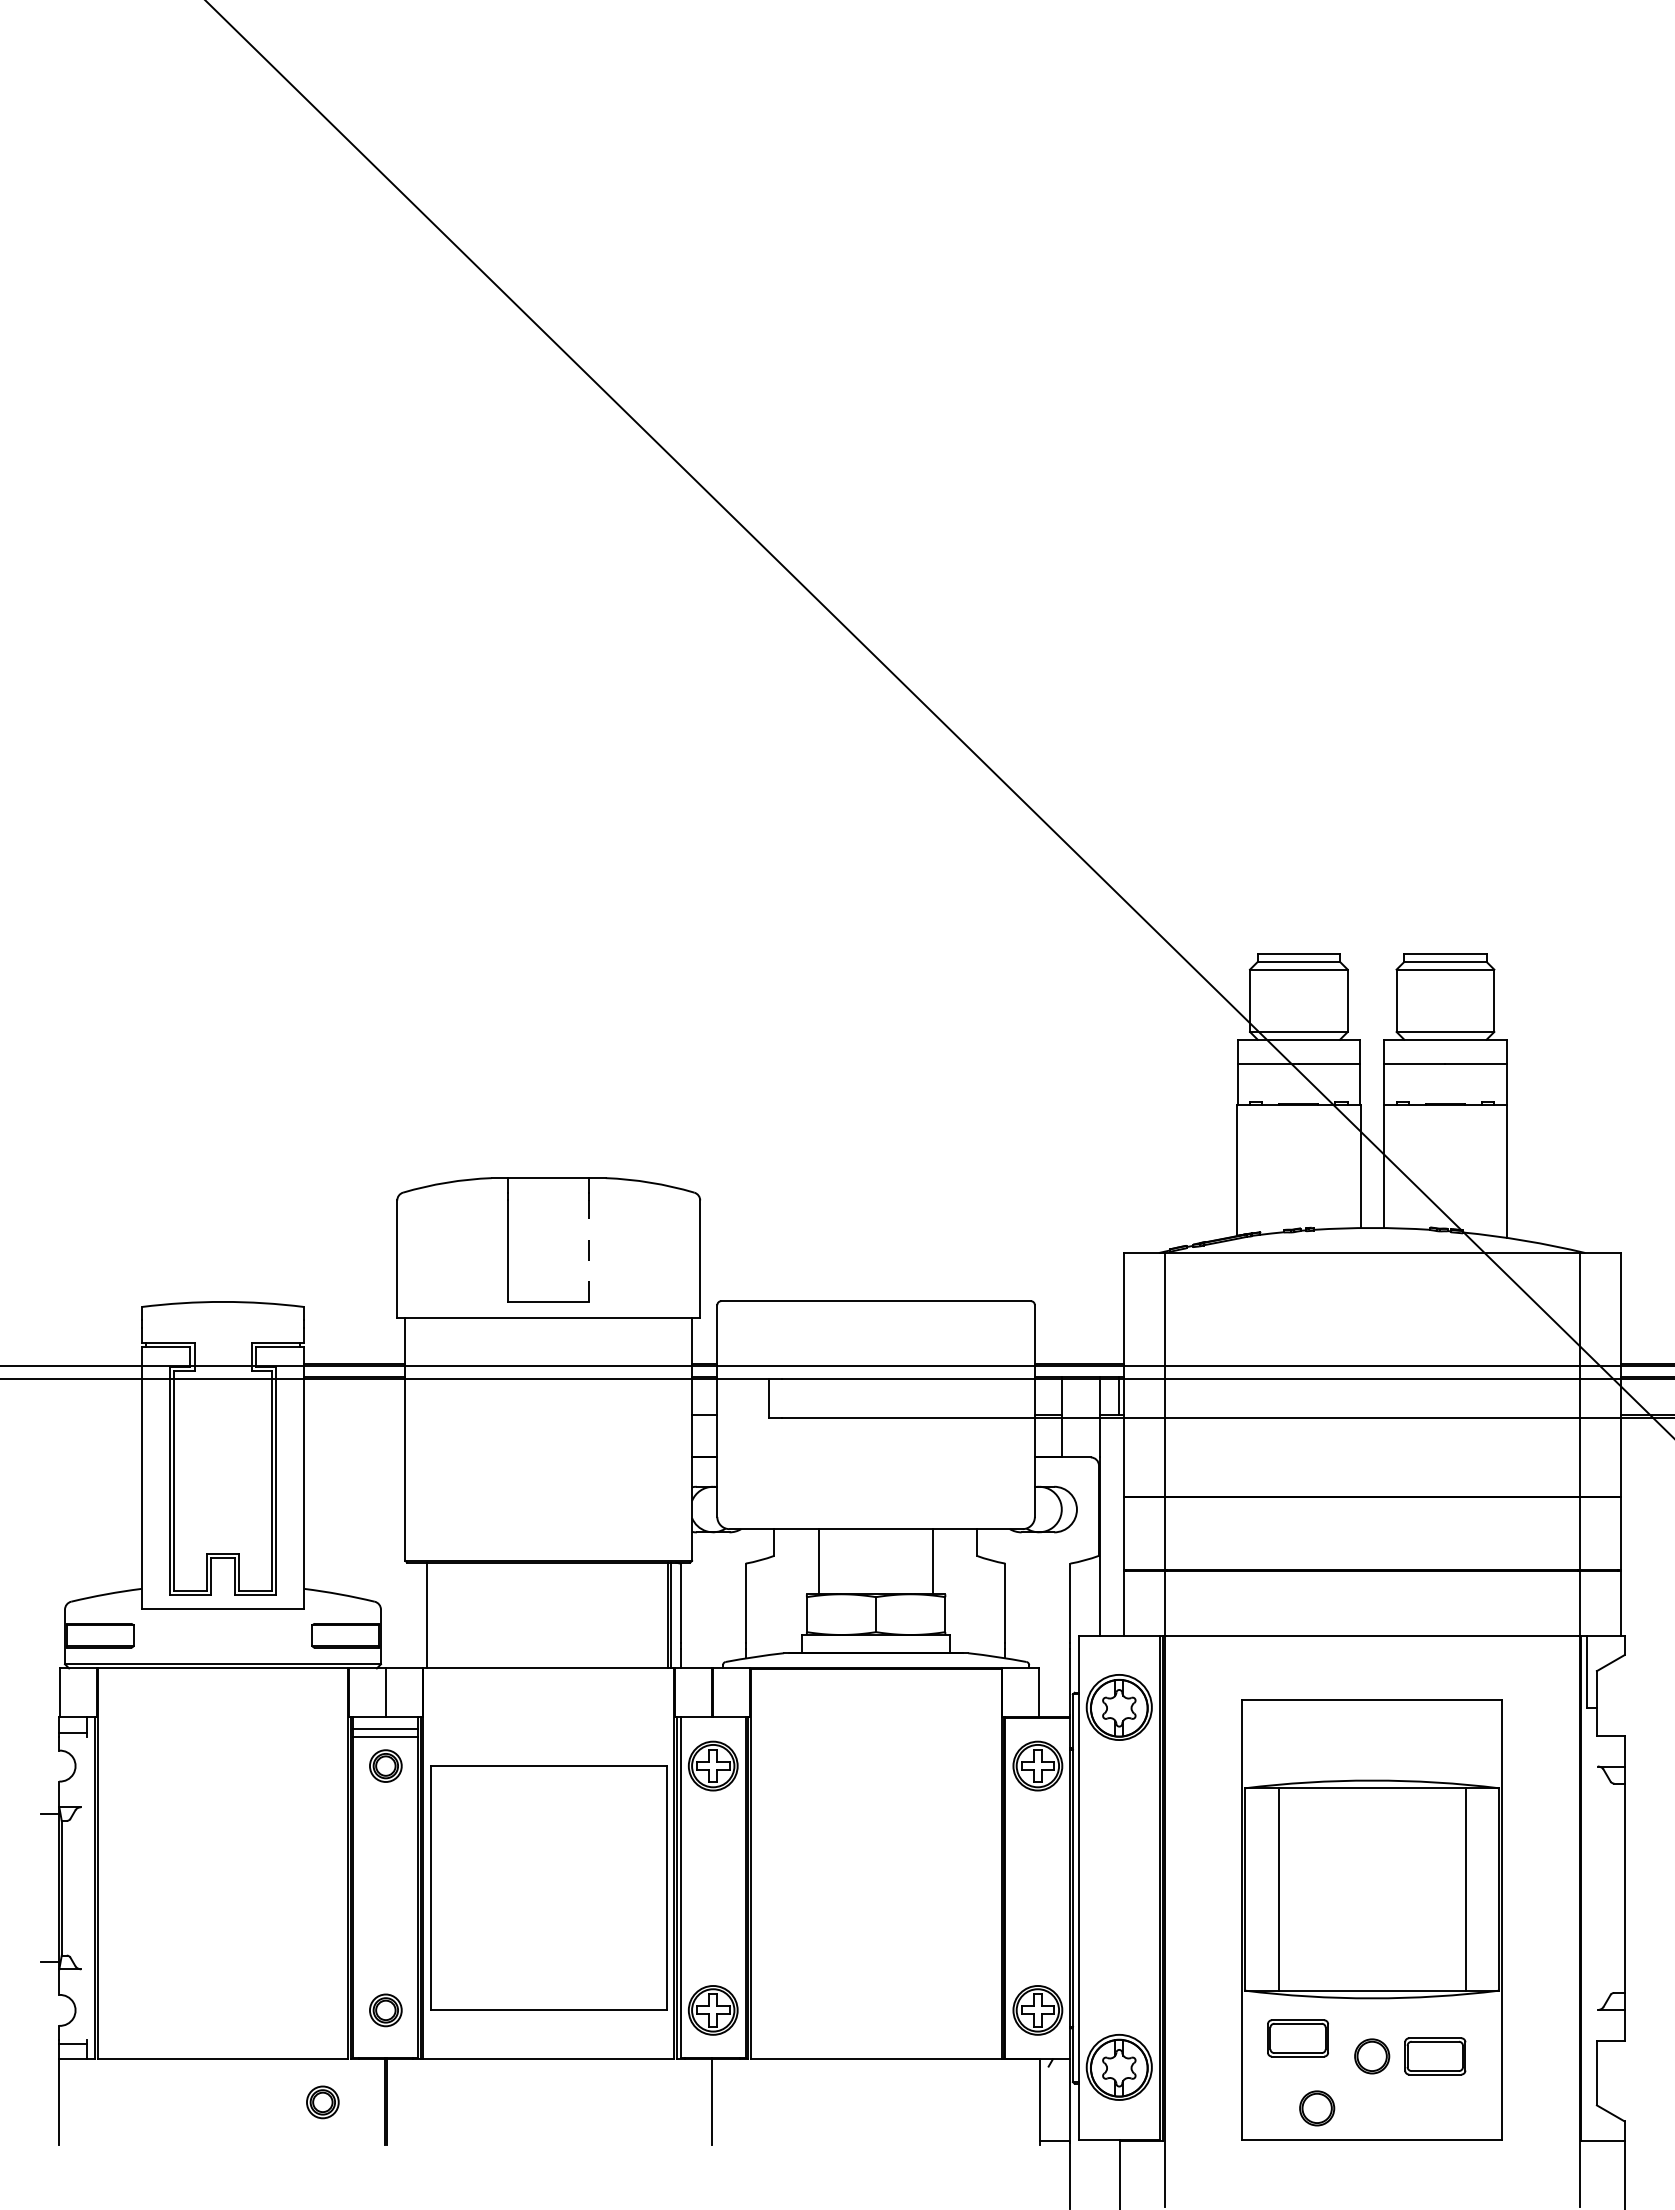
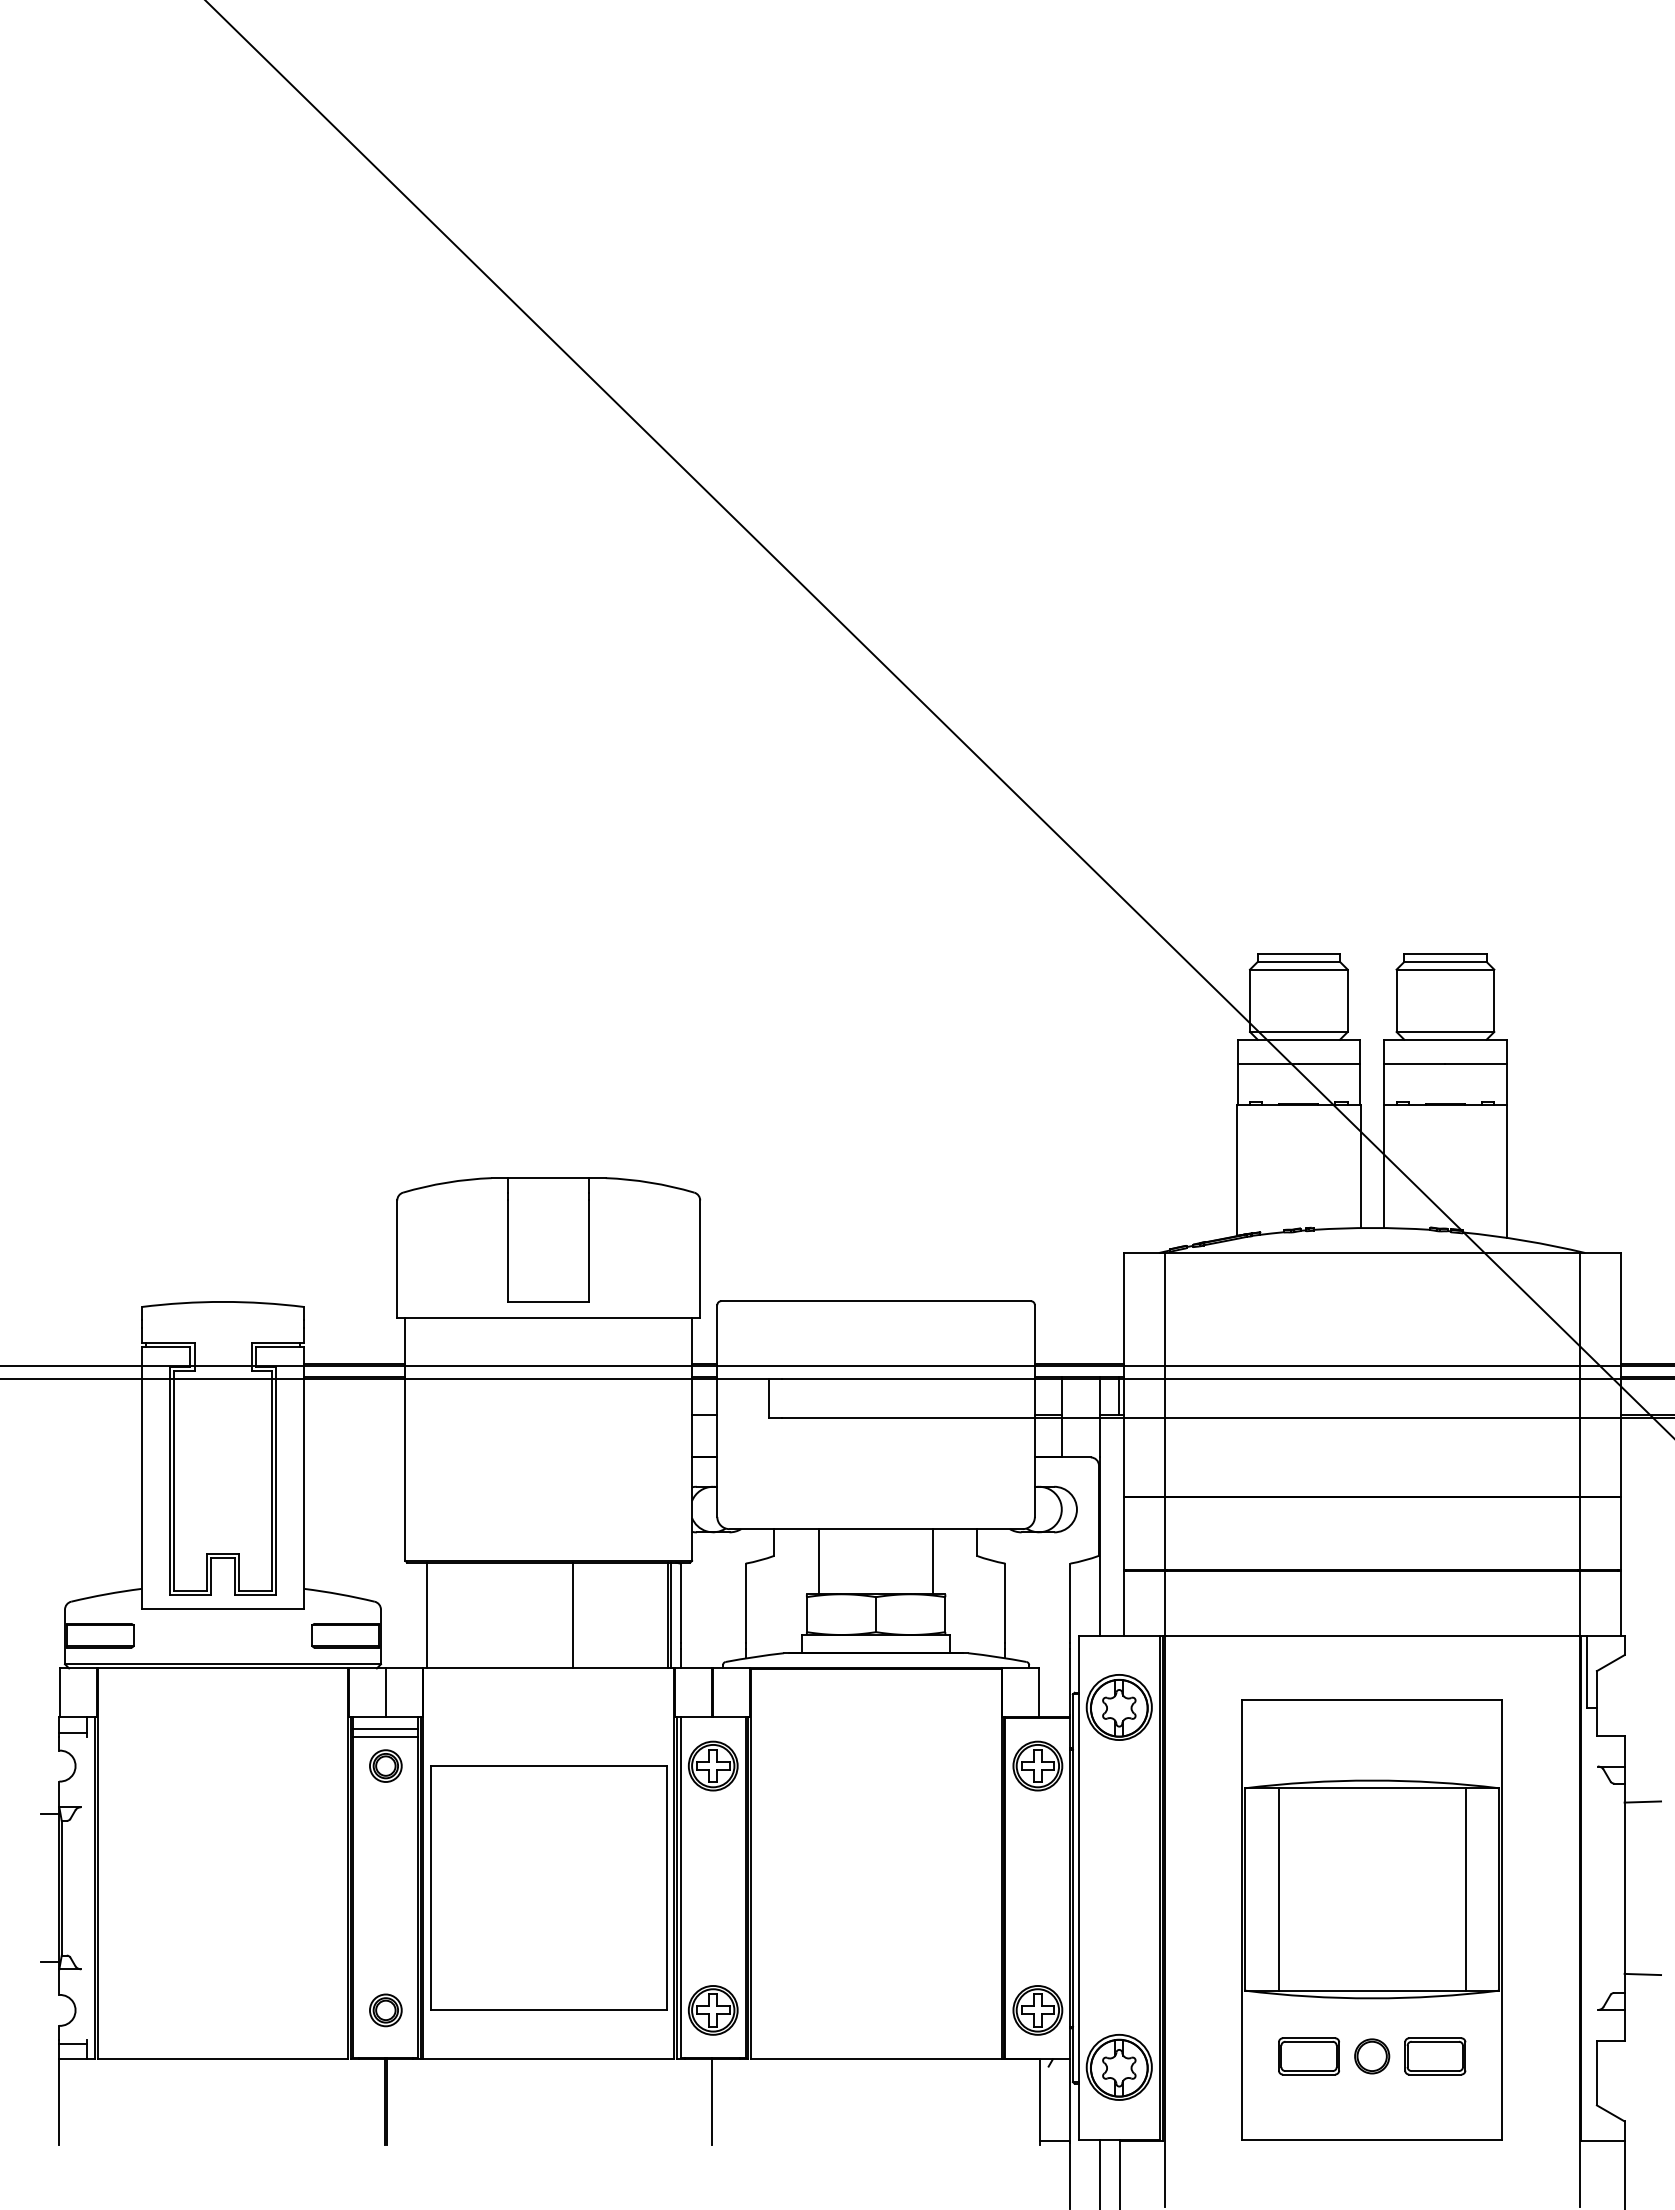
line at (589, 1251): dashed -> solid
line at (572, 1615): none -> present
line at (1642, 1801): none -> present
line at (1642, 1974): none -> present
part at (1297, 2038) position: (1297, 2038) -> (1308, 2056)
part at (322, 2102): present -> none
part at (1317, 2108): present -> none
line at (1100, 2172): none -> present
